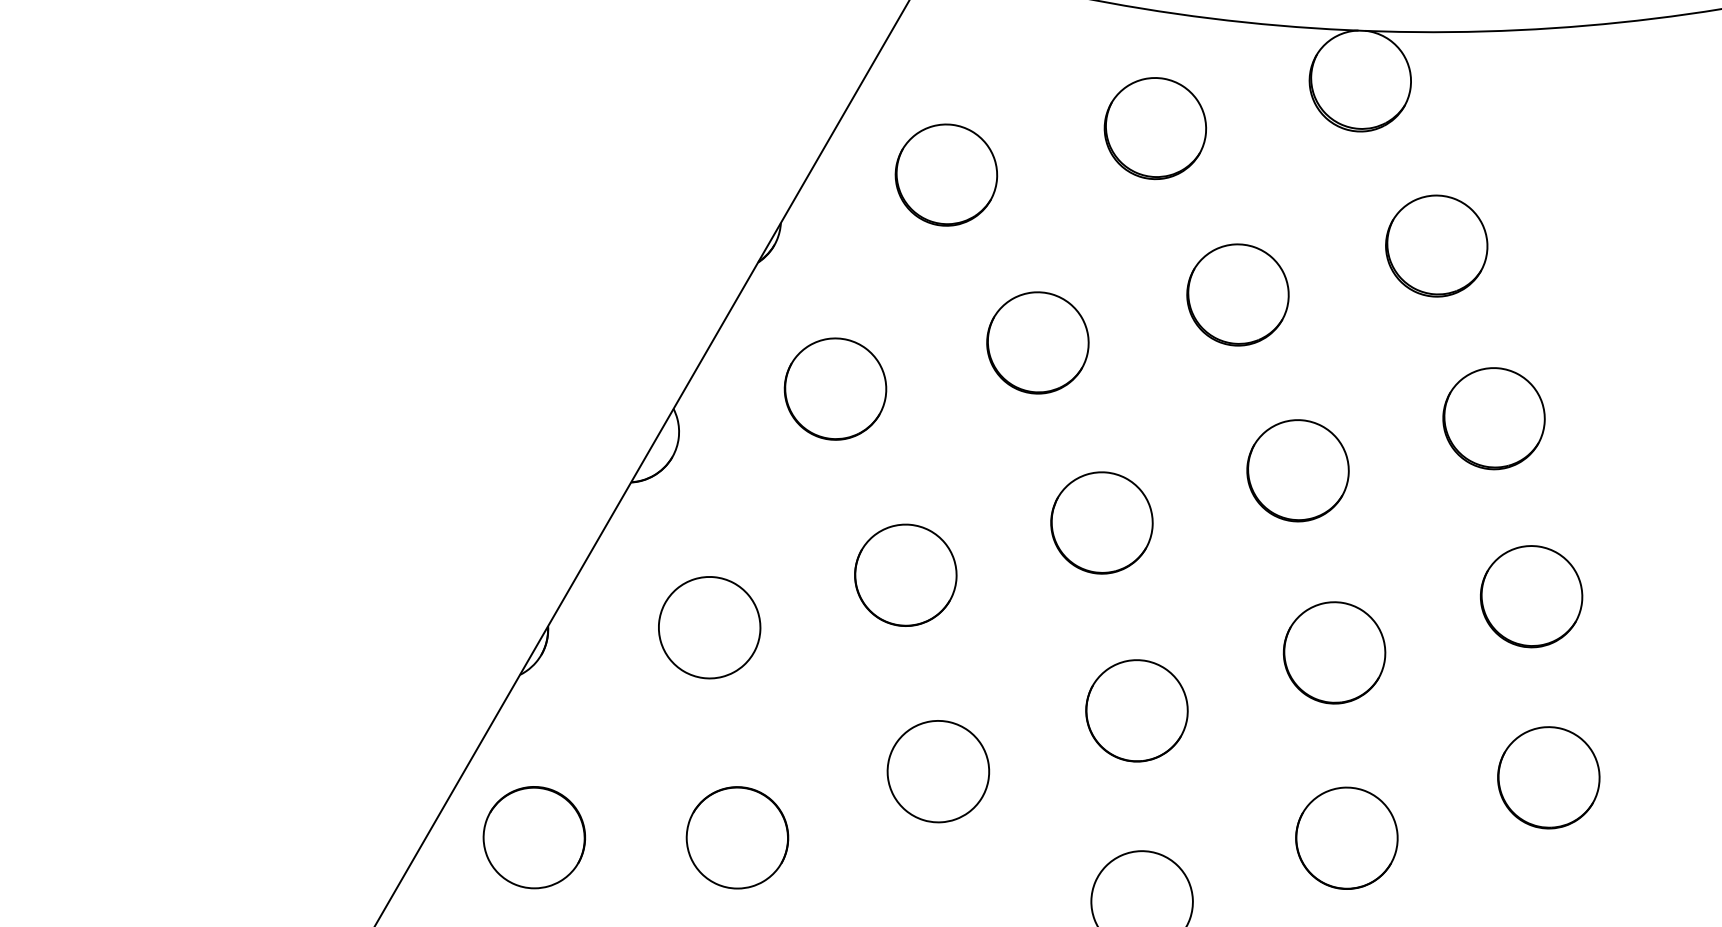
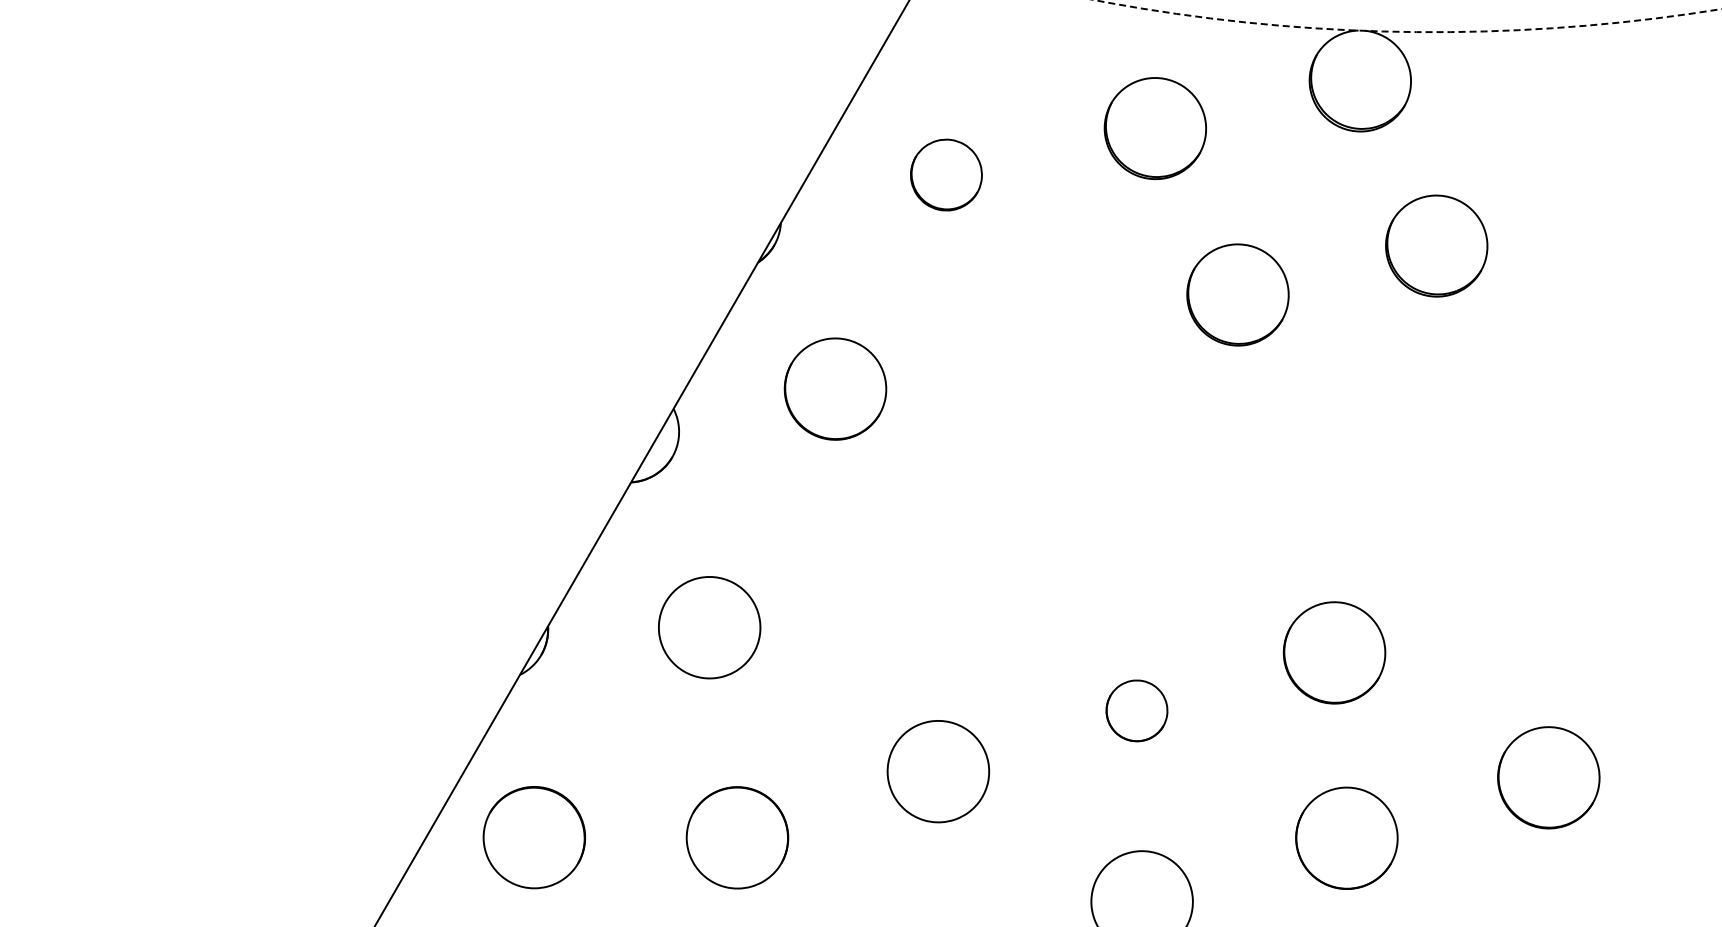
arc at (1408, 31): solid -> dashed
part at (946, 174) size: 105x104 px -> 73x74 px
part at (1037, 342): present -> none
part at (1493, 418): present -> none
part at (1297, 470): present -> none
part at (1101, 522): present -> none
part at (905, 574): present -> none
part at (1531, 596): present -> none
part at (1136, 710) size: 104x104 px -> 64x64 px
